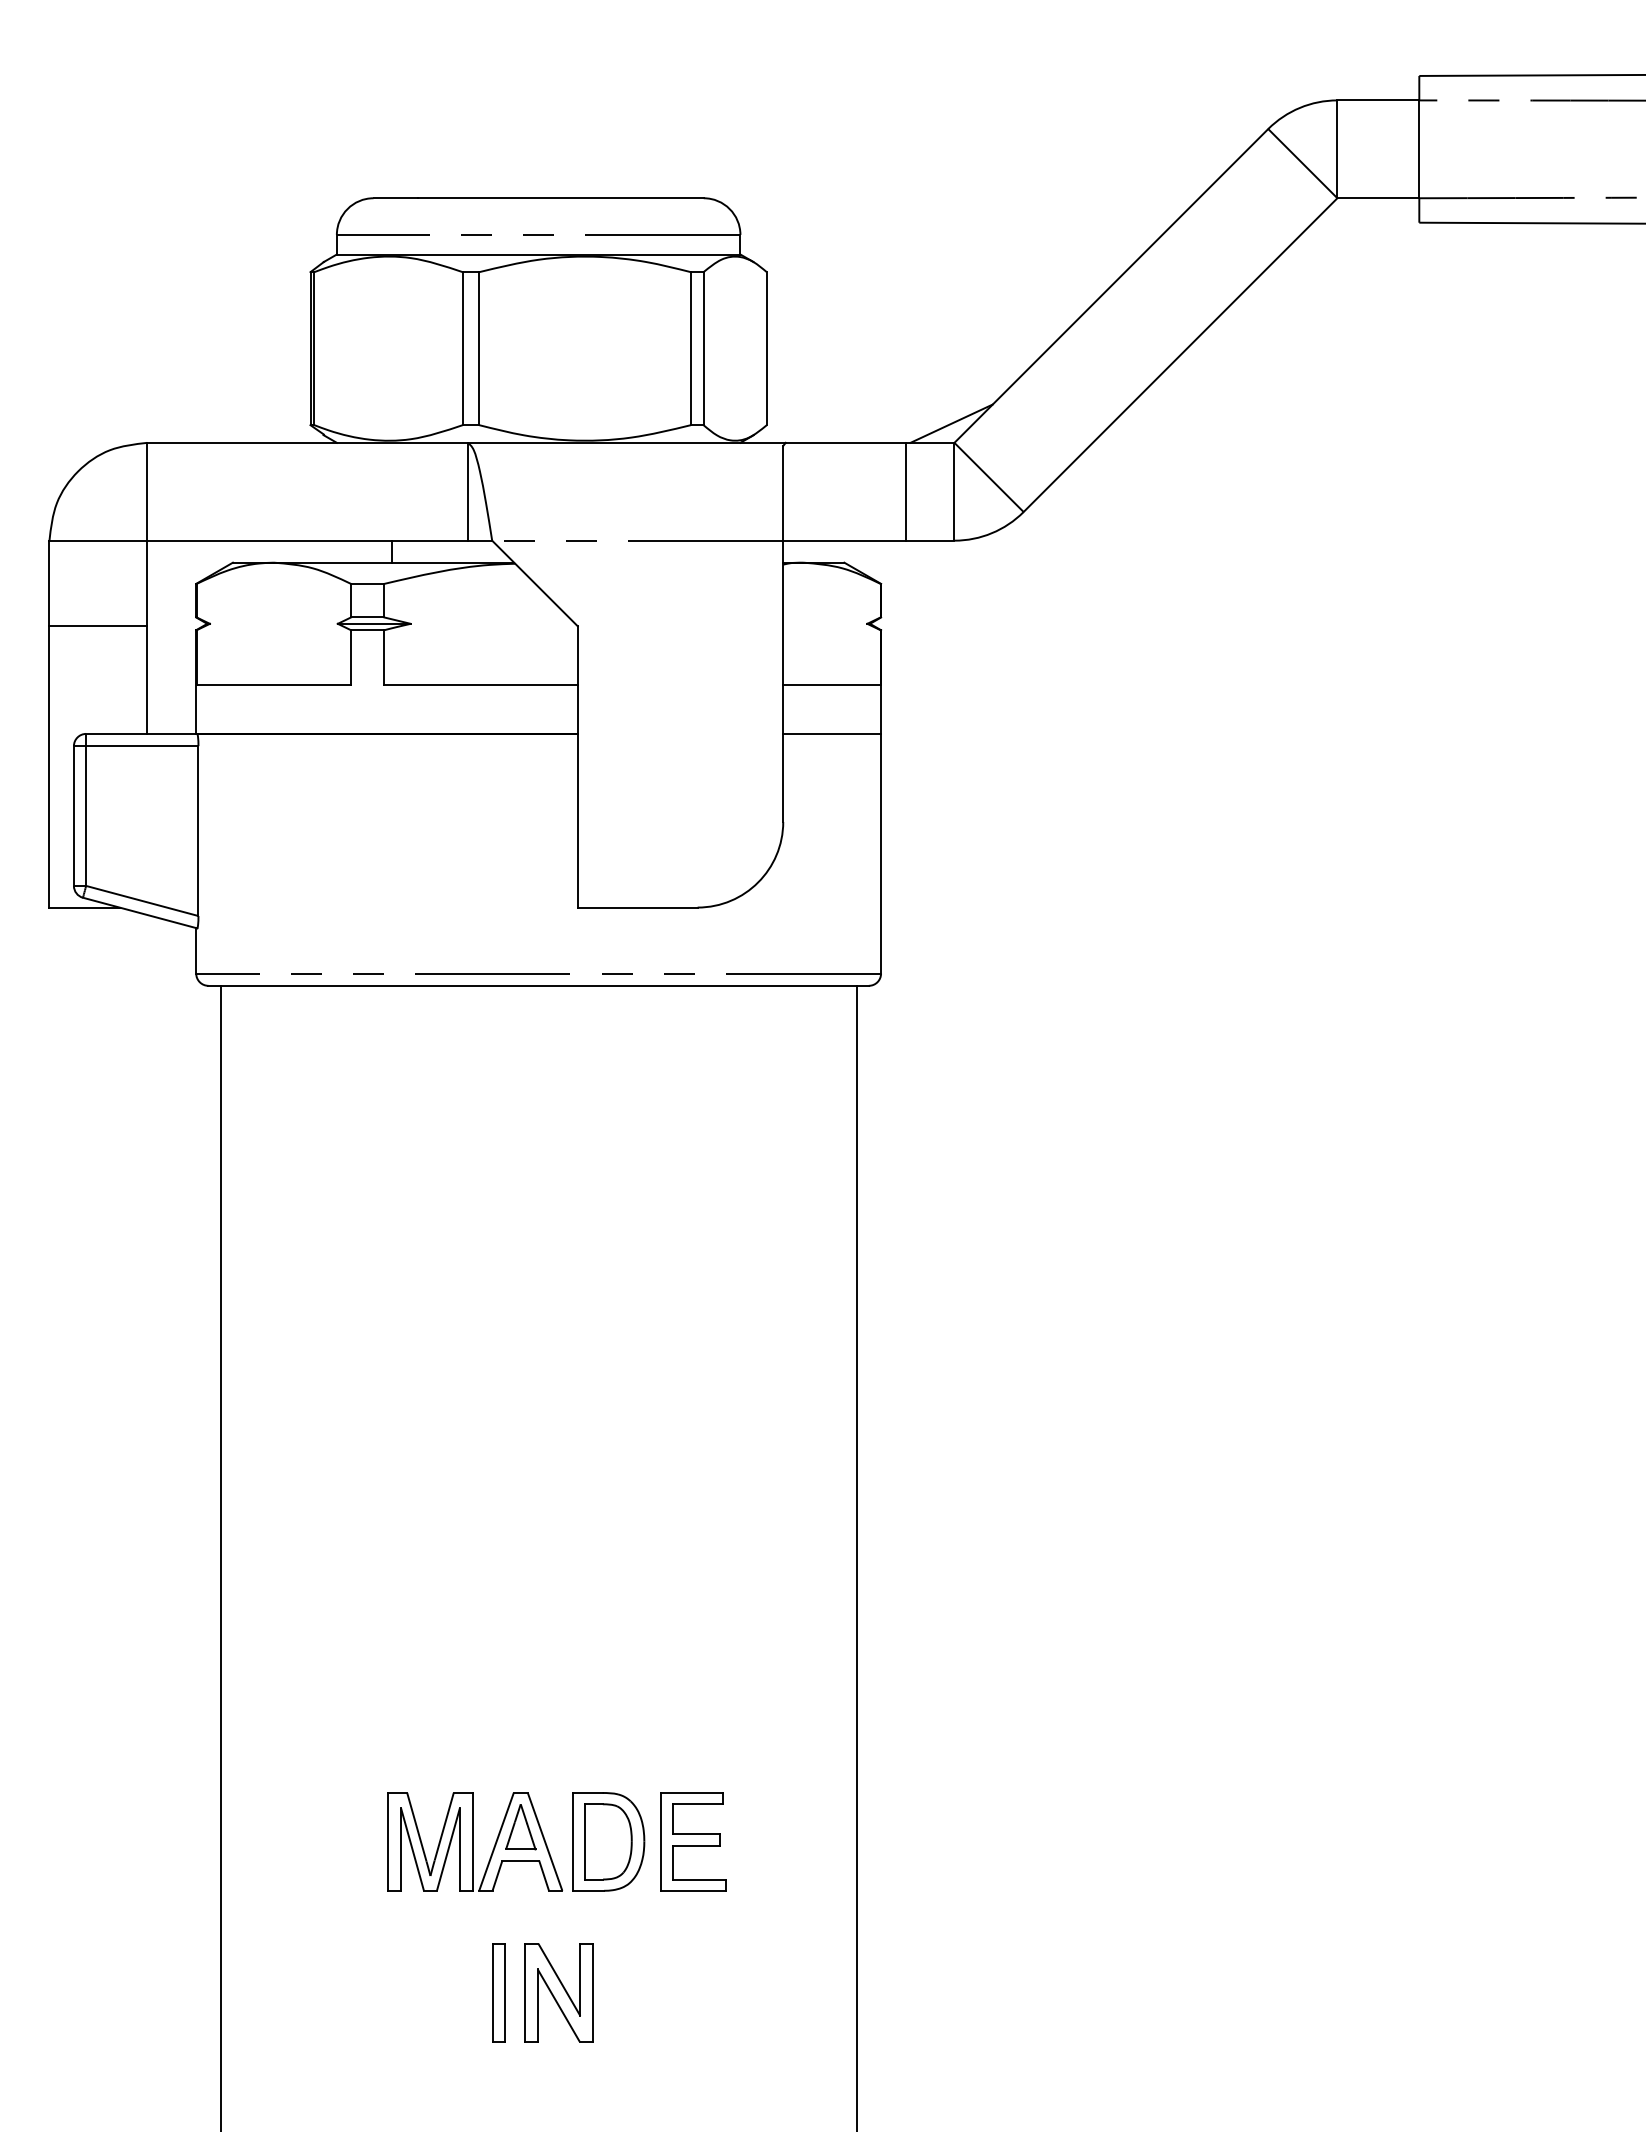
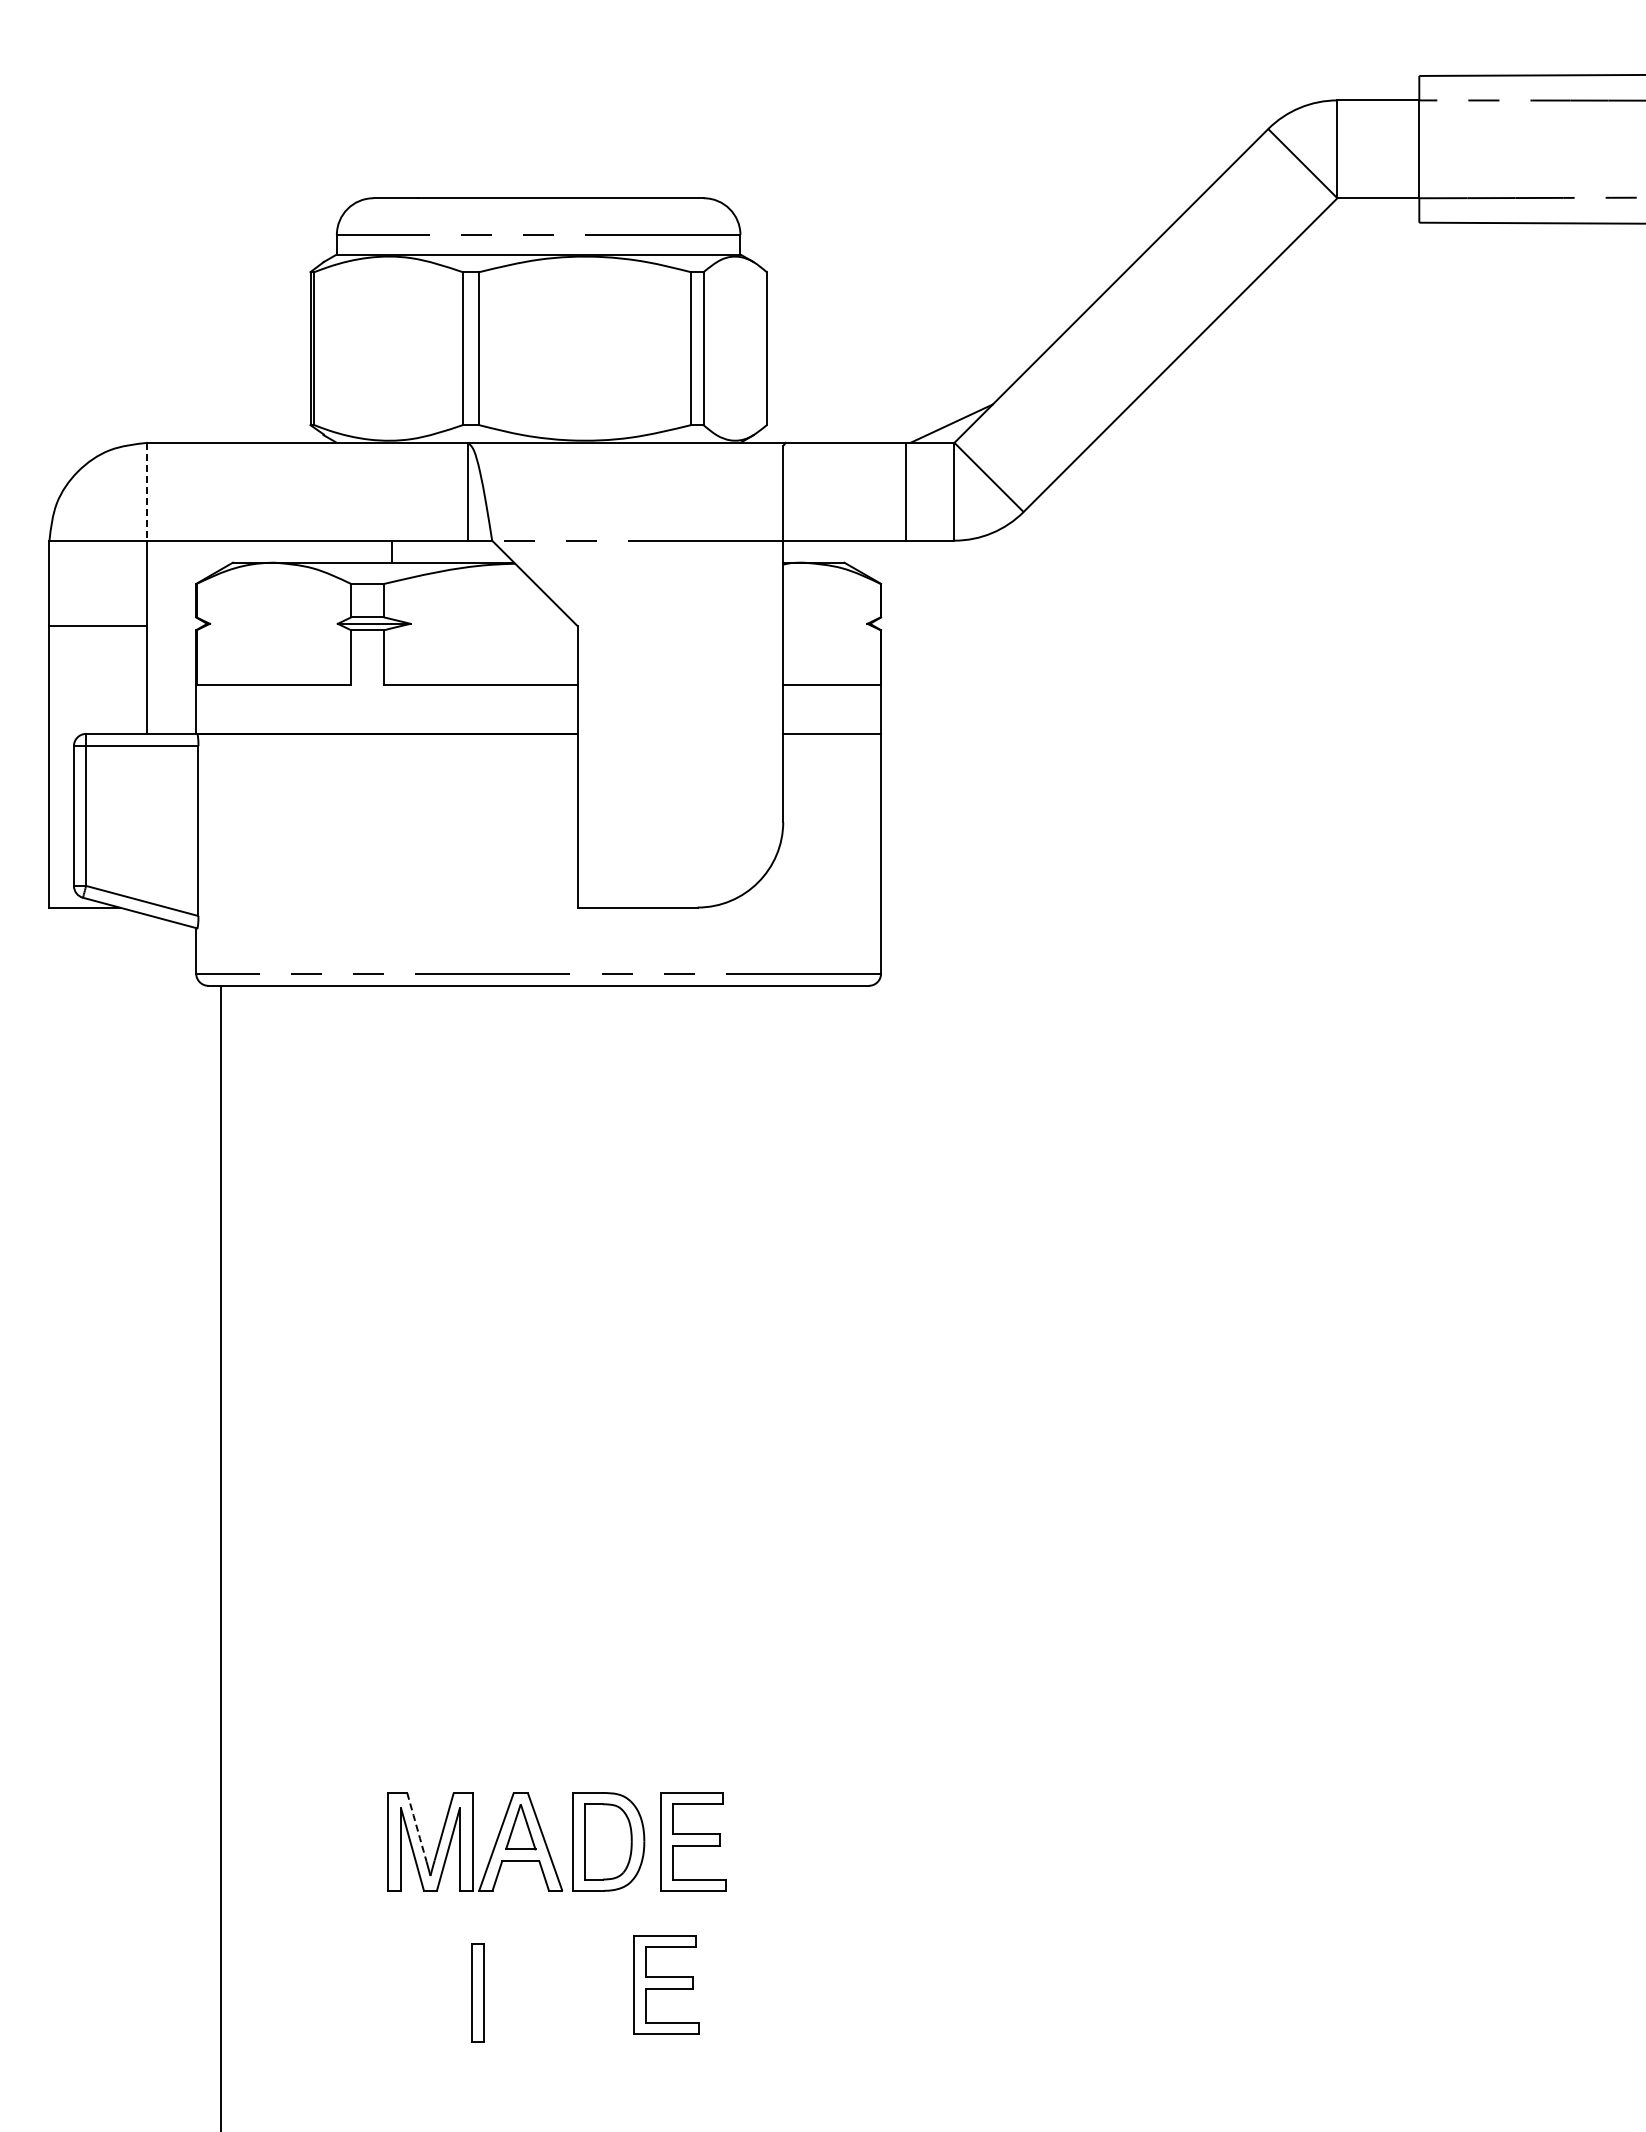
line at (147, 491): solid -> dashed
line at (856, 1556): present -> none
line at (416, 1827): solid -> dashed
part at (666, 1984): none -> present
part at (498, 1992) position: (498, 1992) -> (477, 1992)
part at (558, 1992): present -> none
